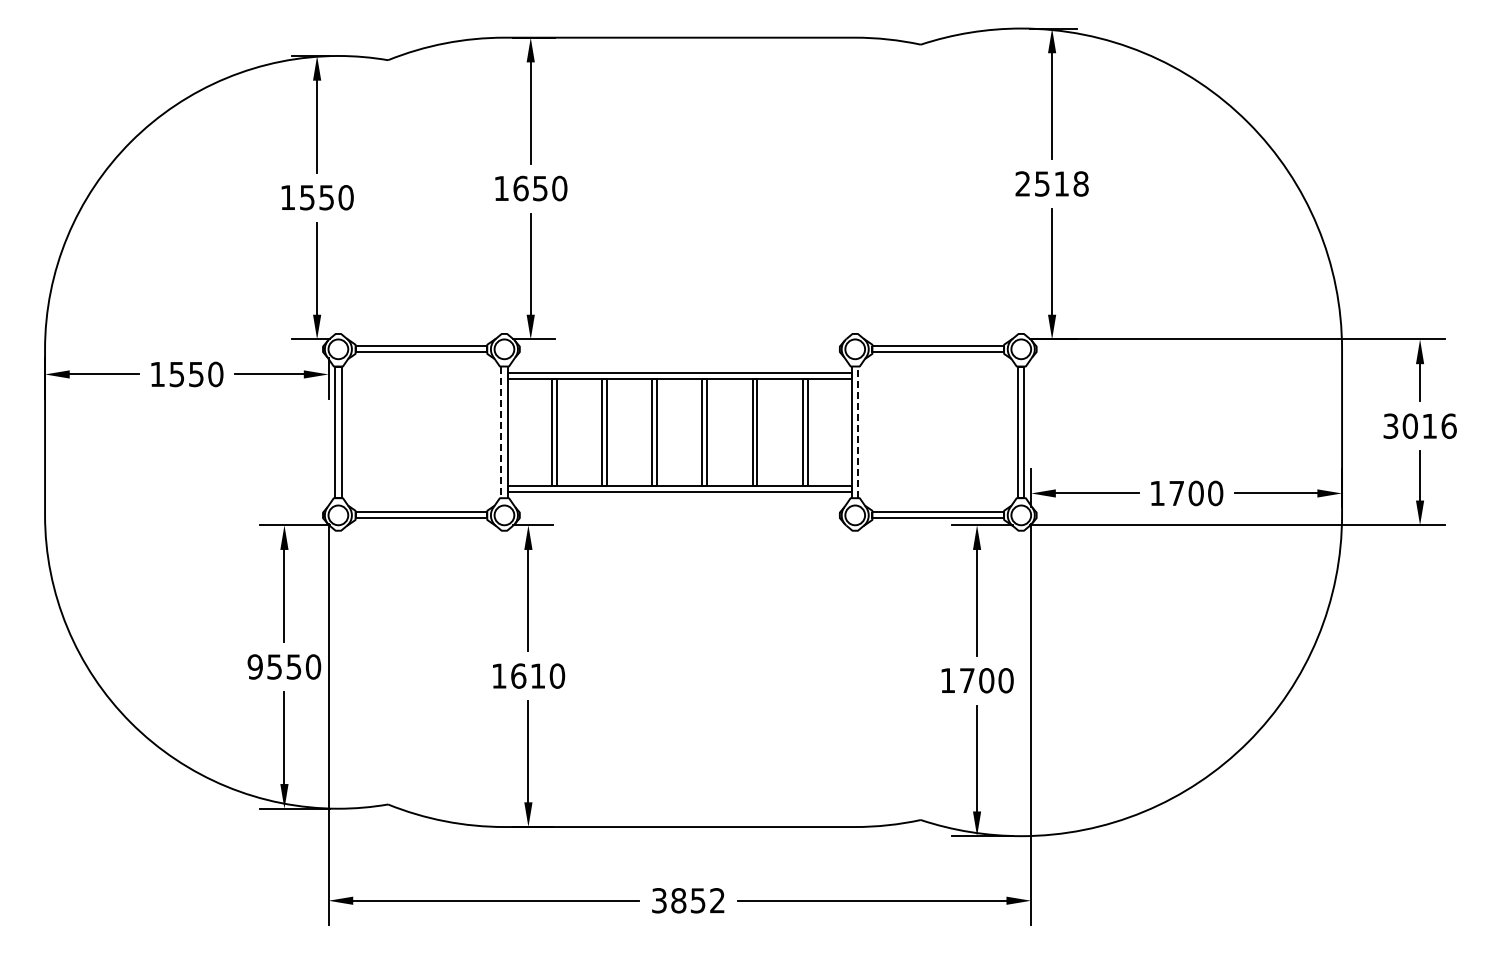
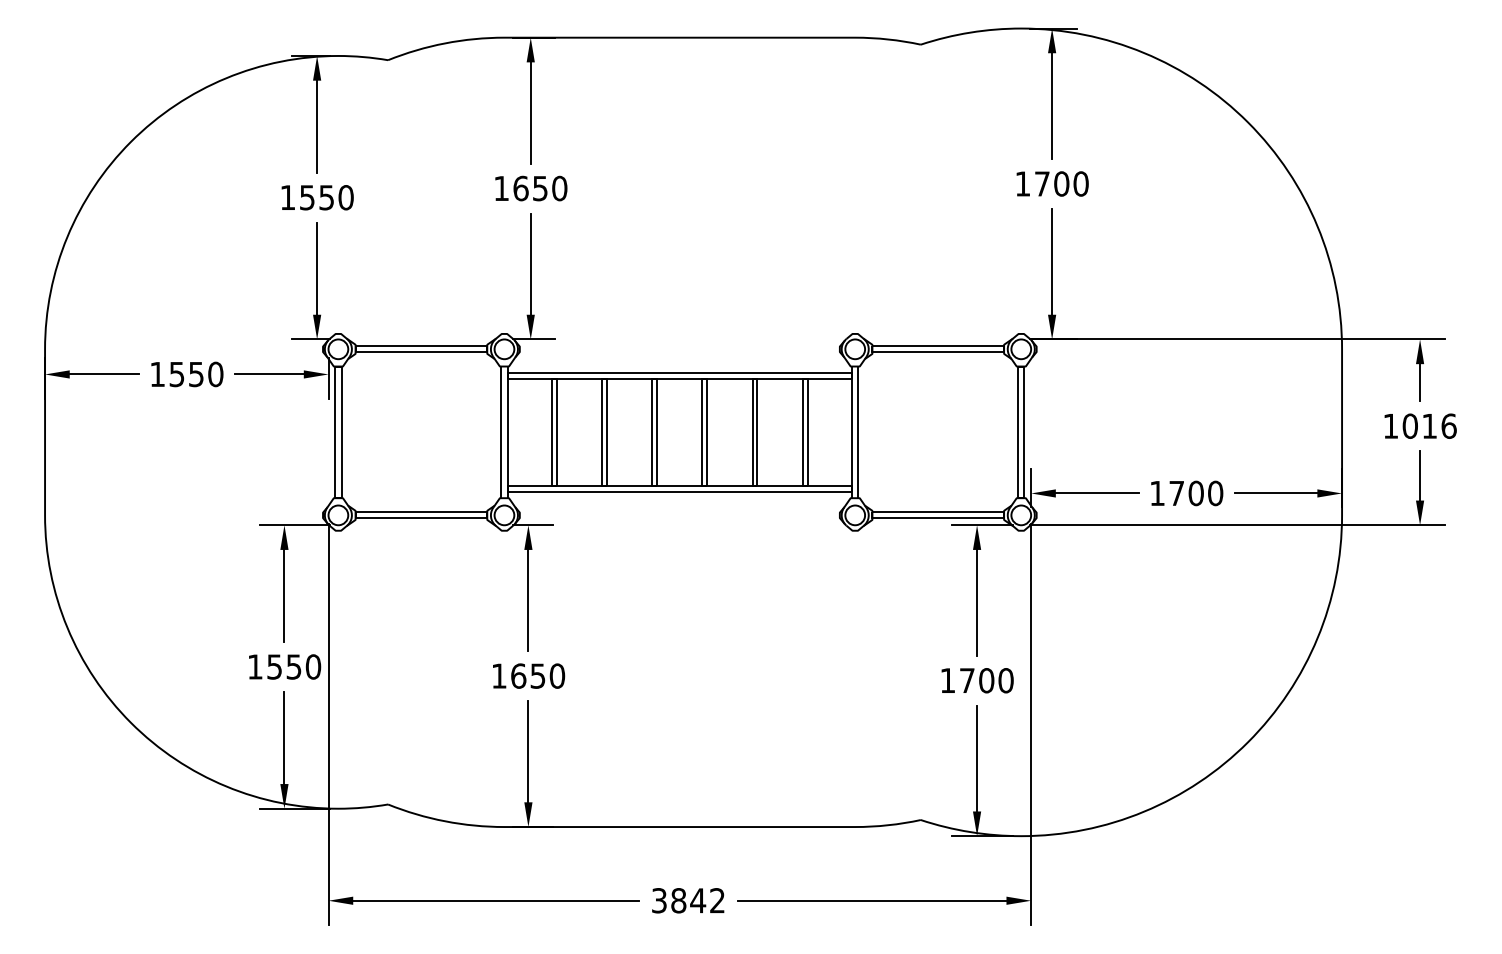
text at (1051, 183): 2518 -> 1700
text at (1390, 425): 3016 -> 1016
line at (501, 432): dashed -> solid
line at (858, 432): dashed -> solid
text at (254, 666): 9550 -> 1550
text at (537, 675): 1610 -> 1650
text at (698, 900): 3852 -> 3842
